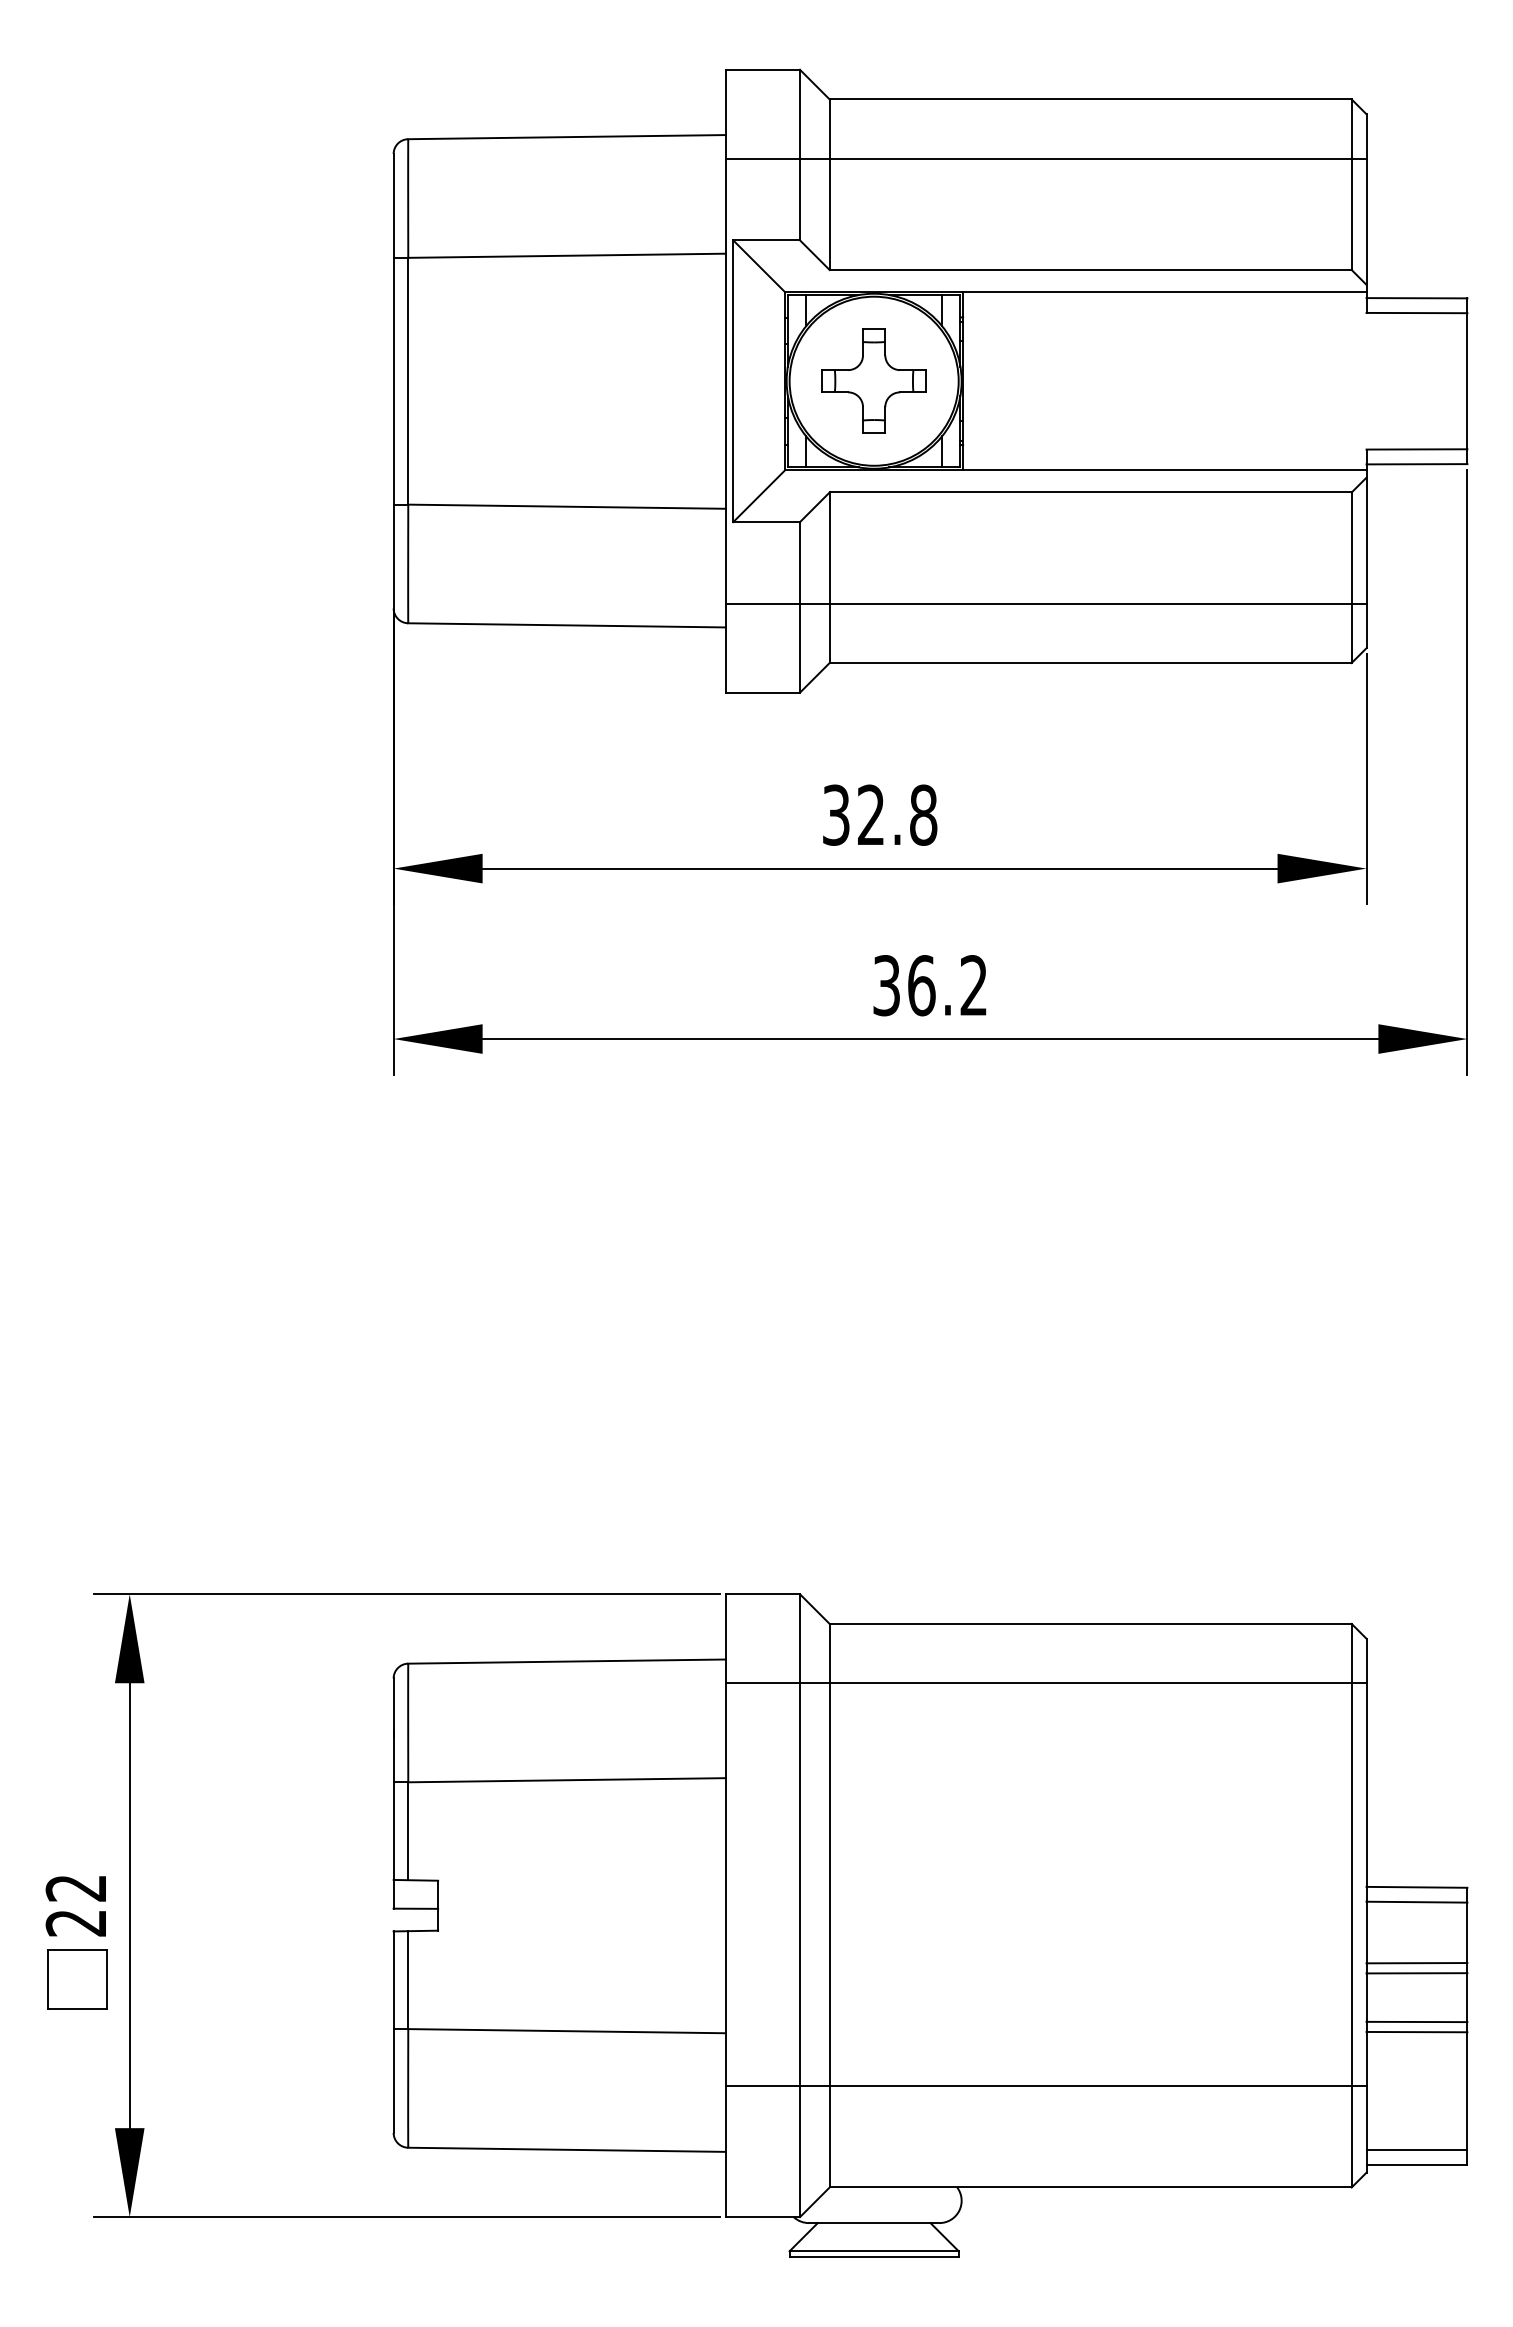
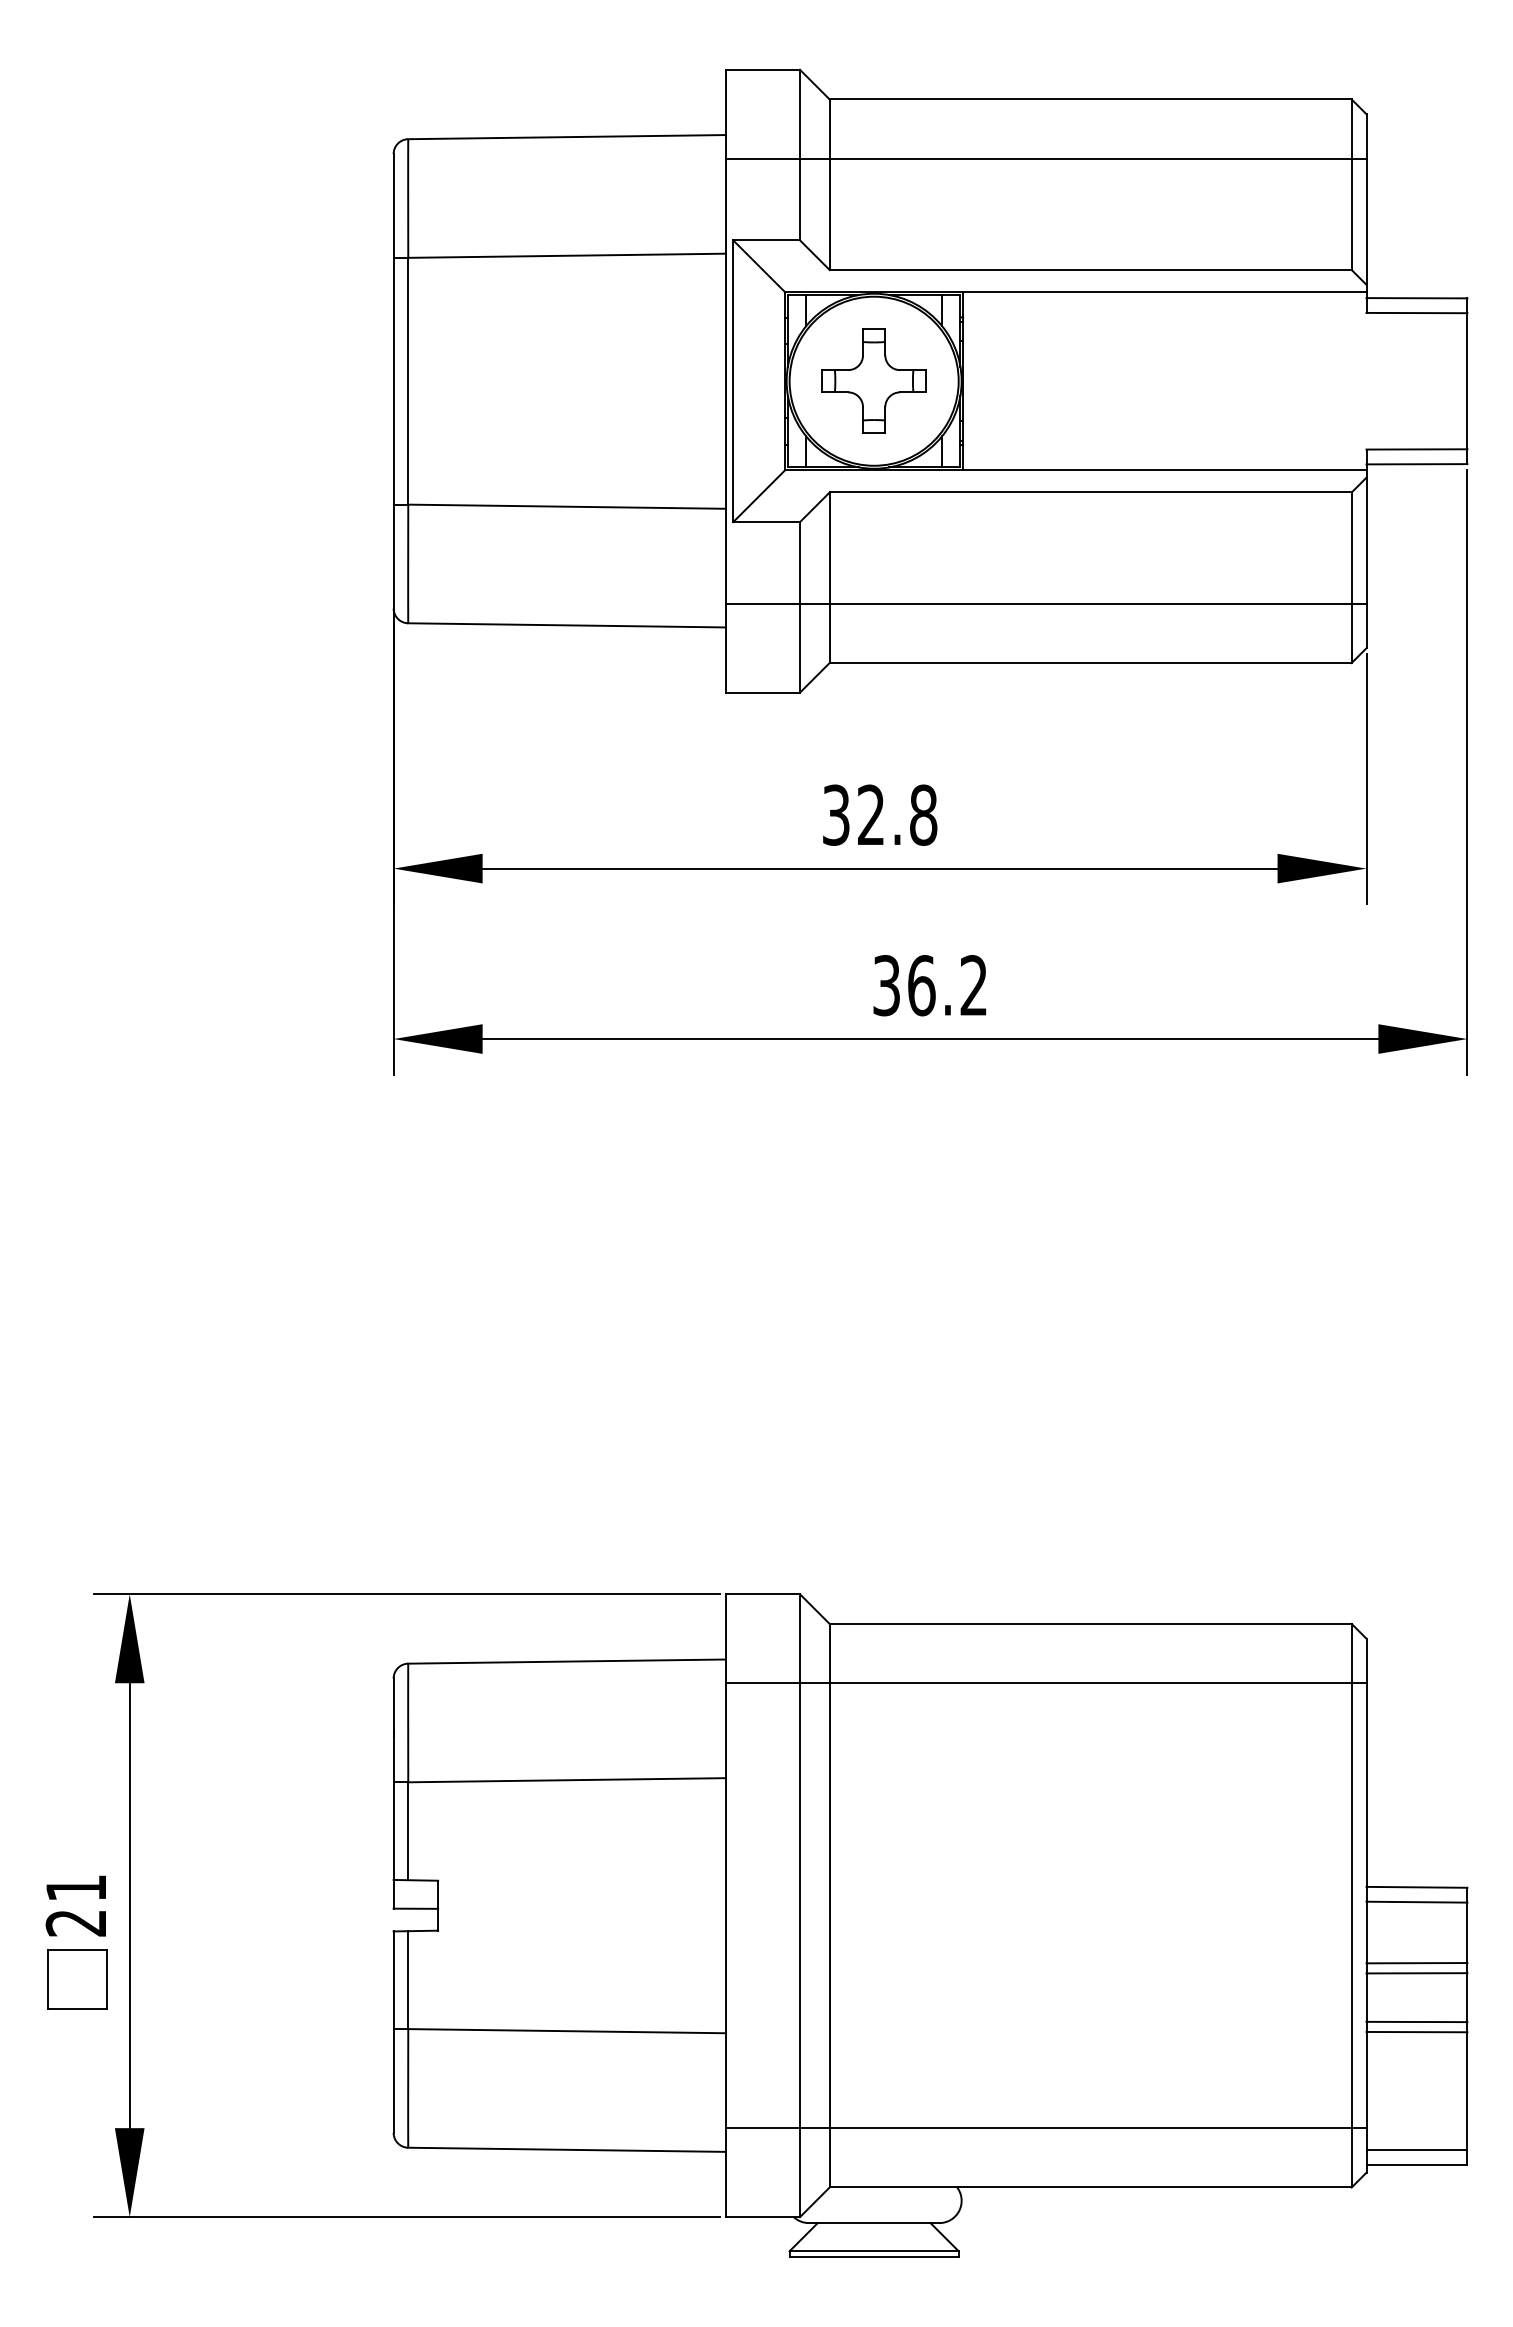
text at (75, 1888): 22 -> 21
line at (1045, 2086) position: (1045, 2086) -> (1045, 2128)
